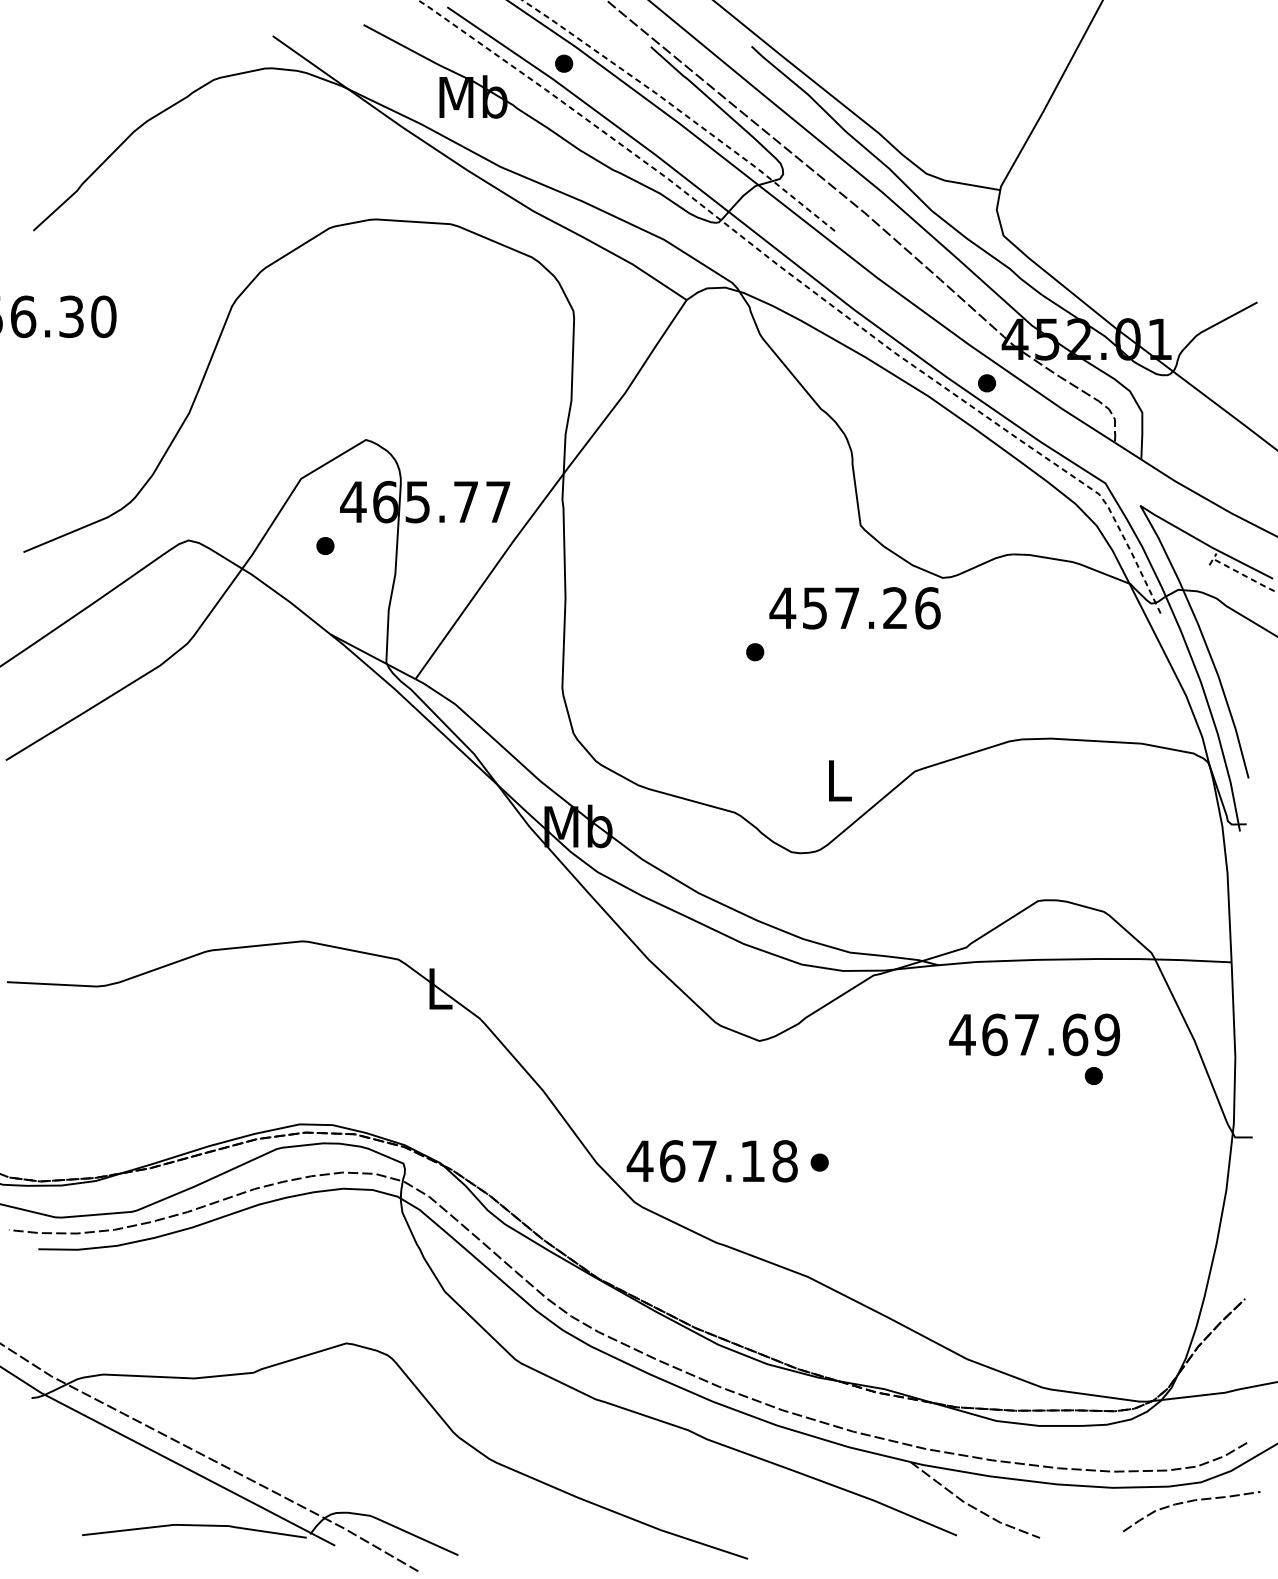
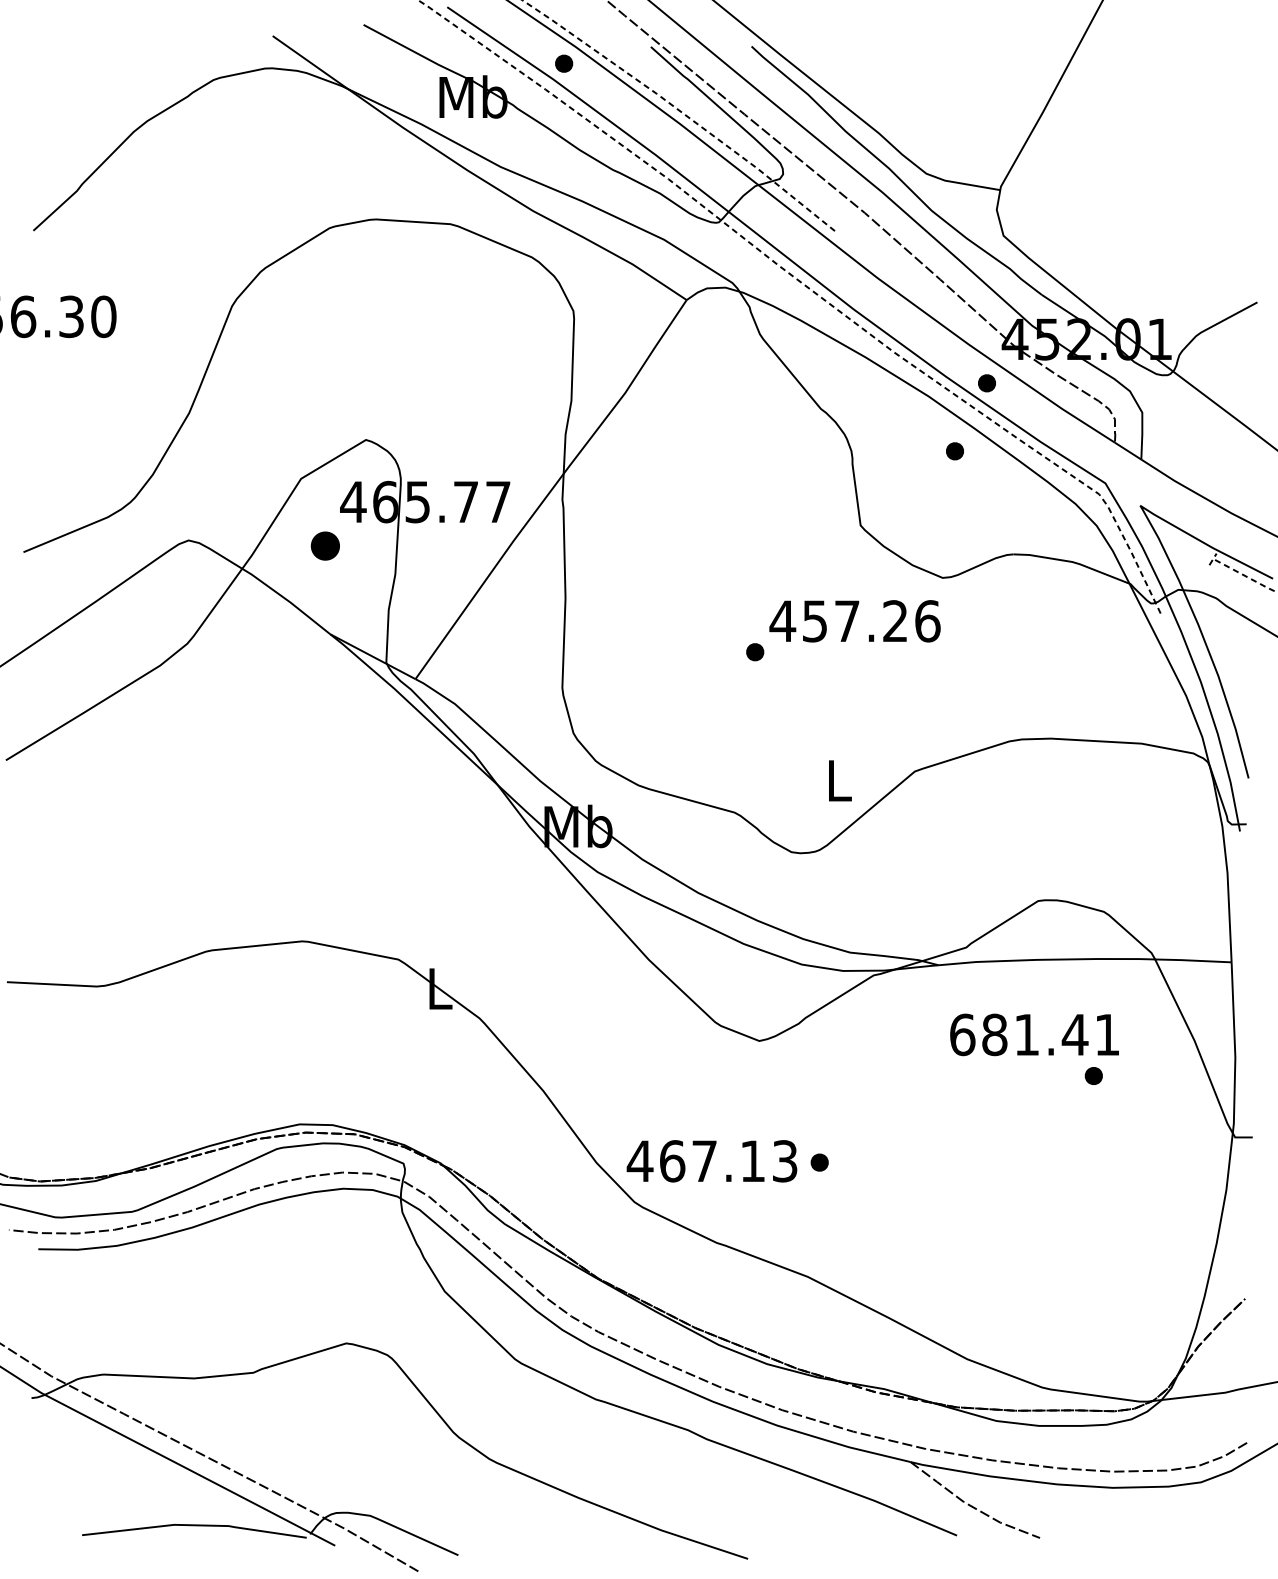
part at (954, 451): none -> present
part at (325, 545) size: 19x18 px -> 30x30 px
text at (854, 608) position: (854, 608) -> (854, 621)
text at (1034, 1034): 467.69 -> 681.41
text at (784, 1161): 467.18 -> 467.13
curve at (1190, 1502): present -> none
